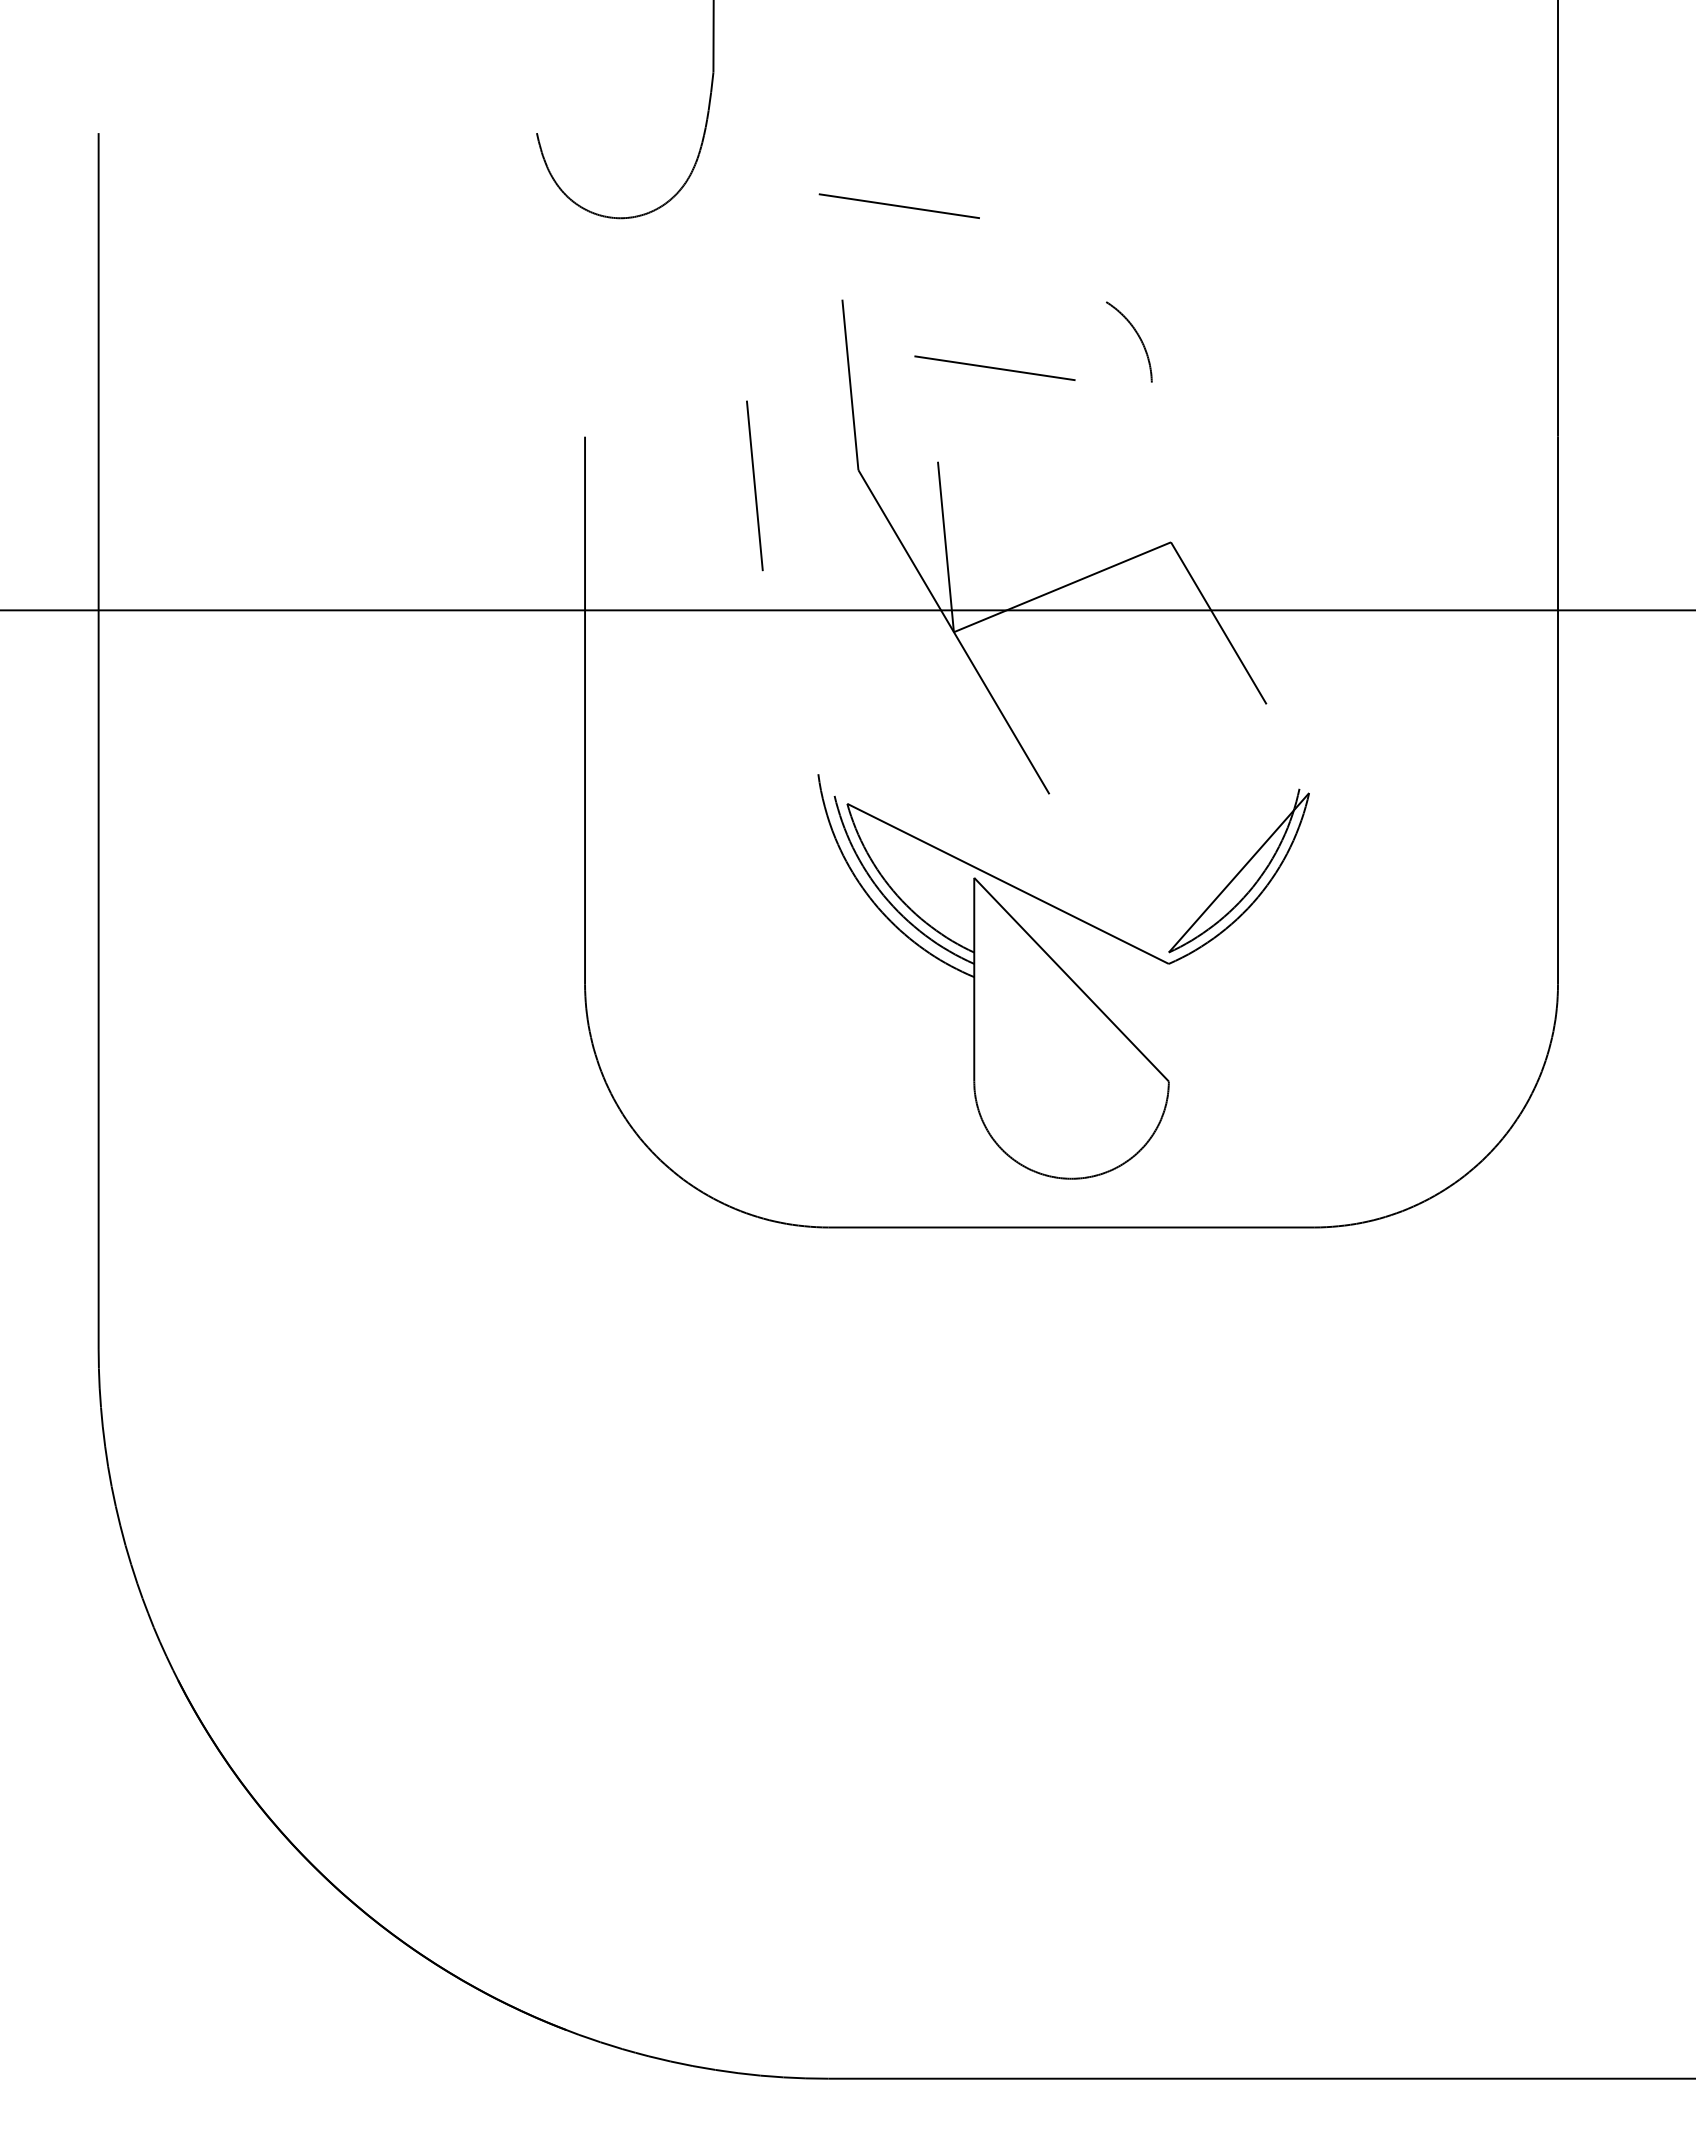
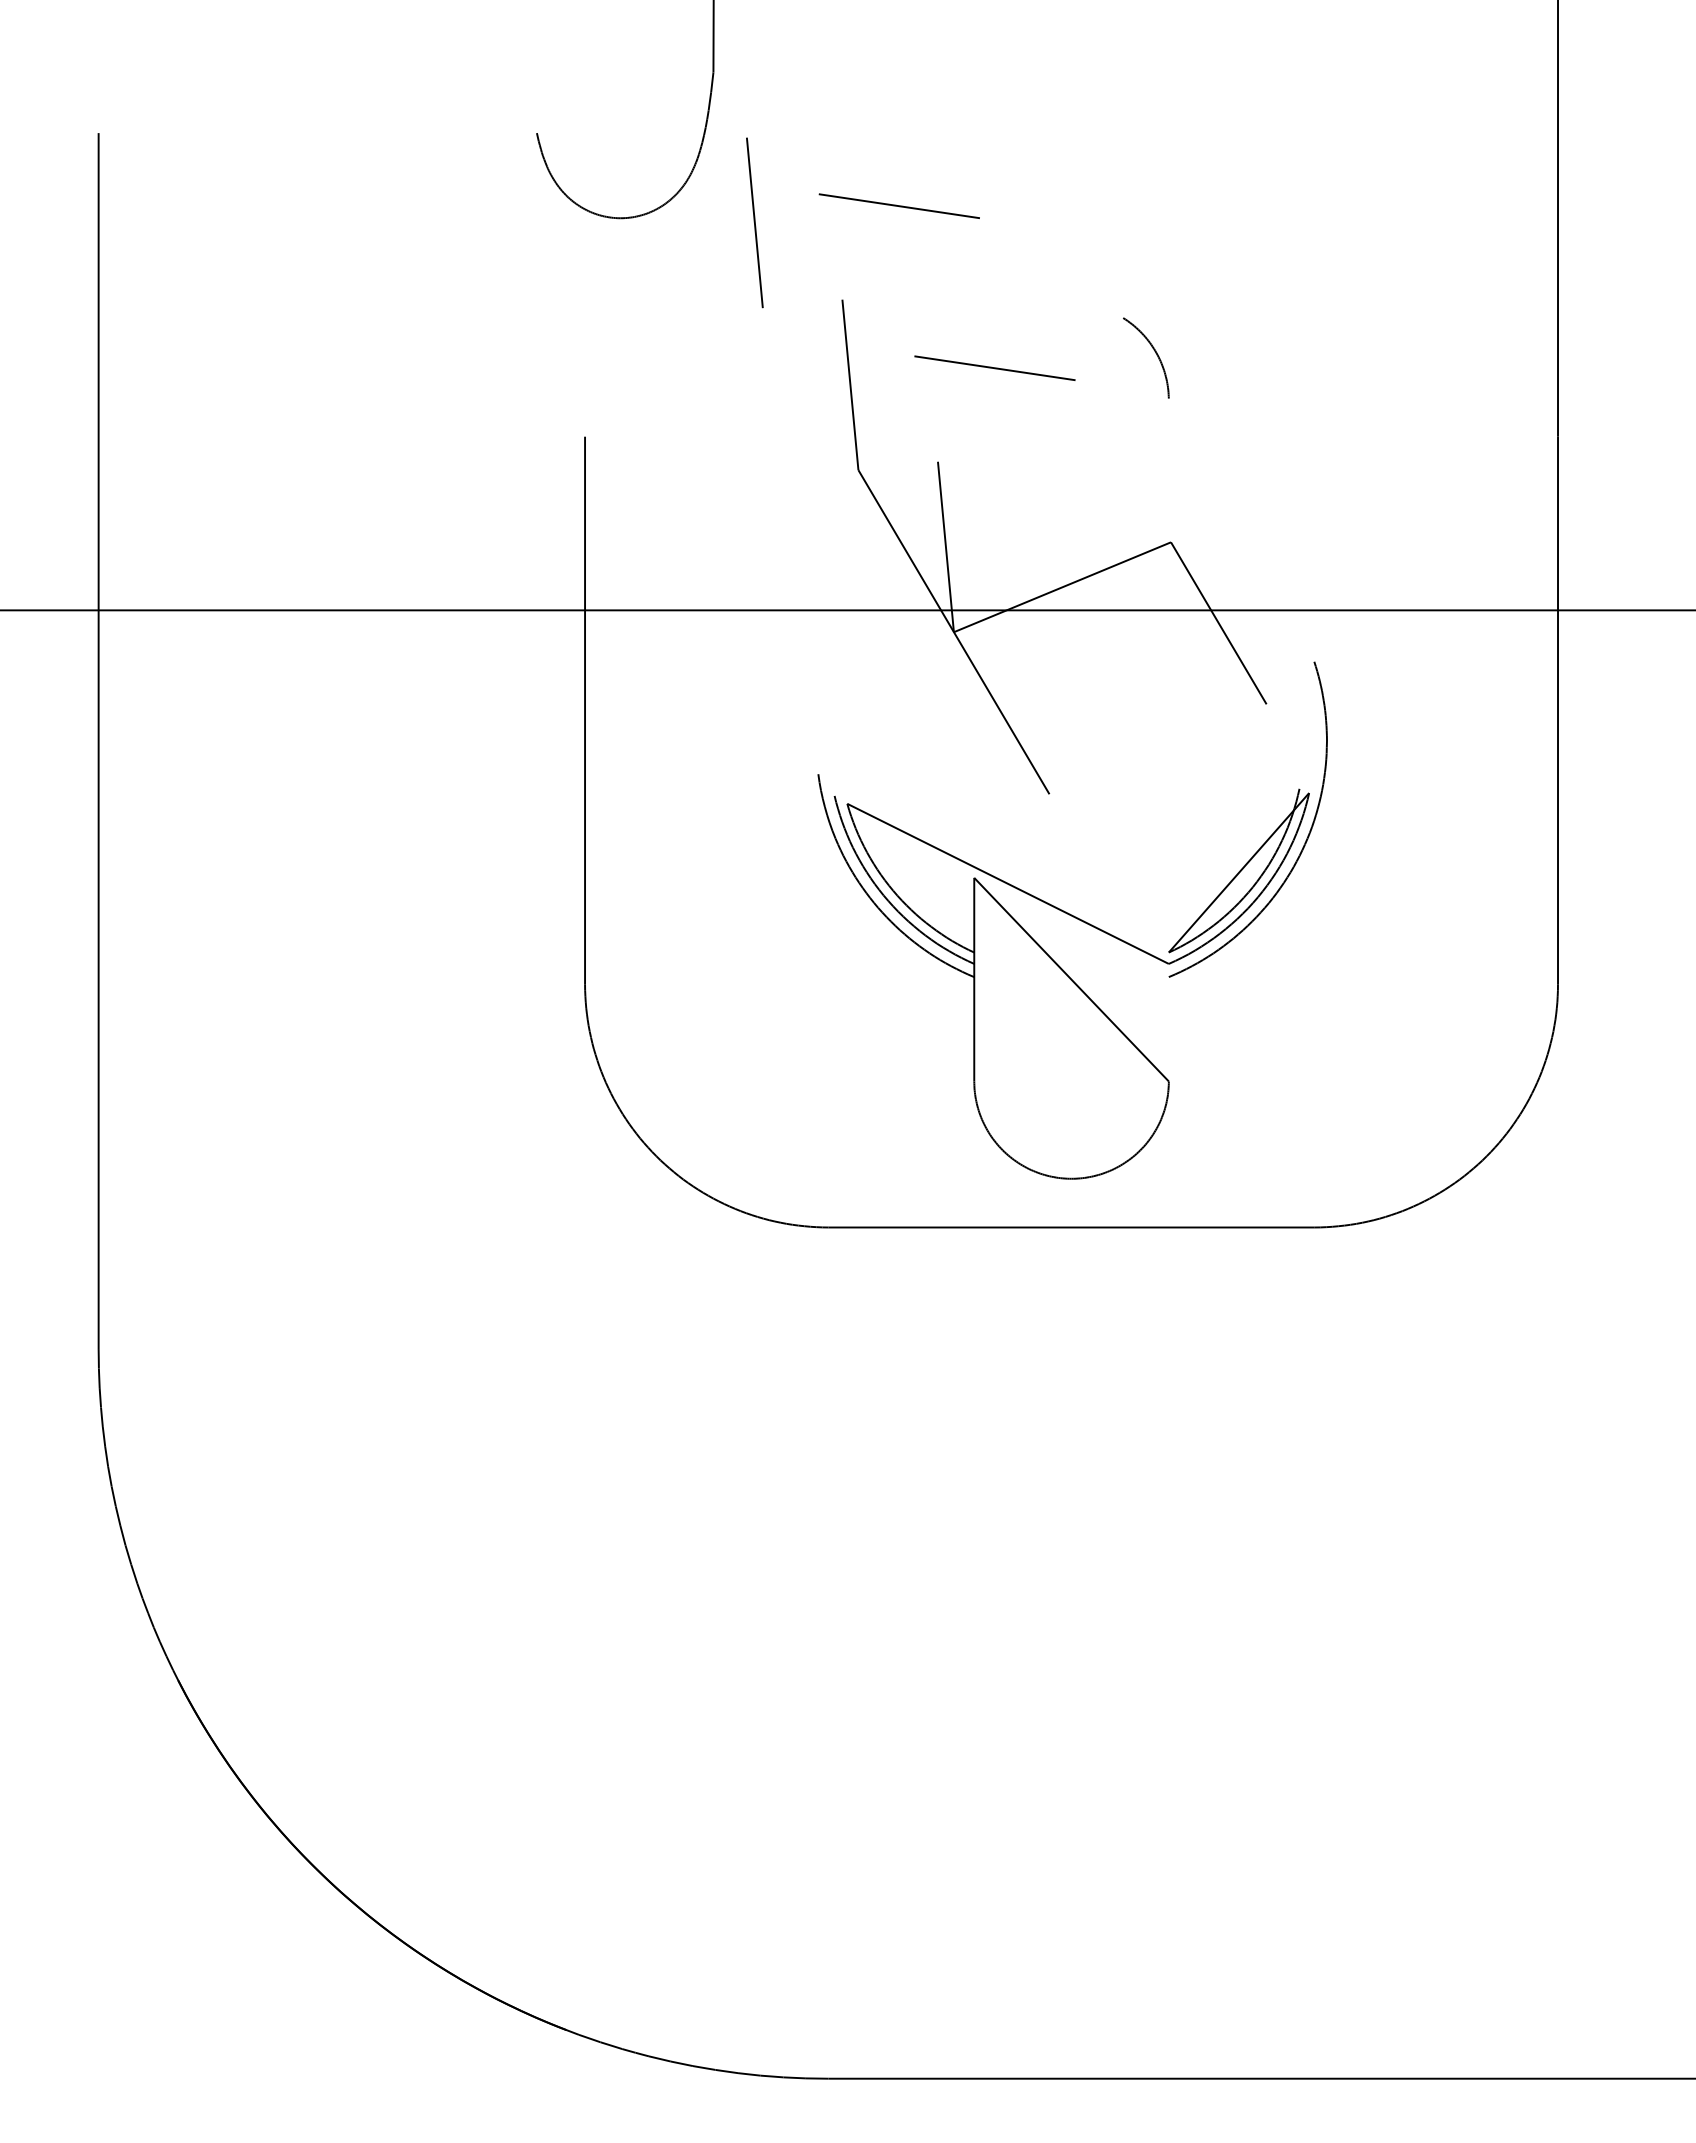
part at (1138, 337) position: (1138, 337) -> (1155, 353)
line at (754, 485) position: (754, 485) -> (754, 222)
part at (1304, 842): none -> present
